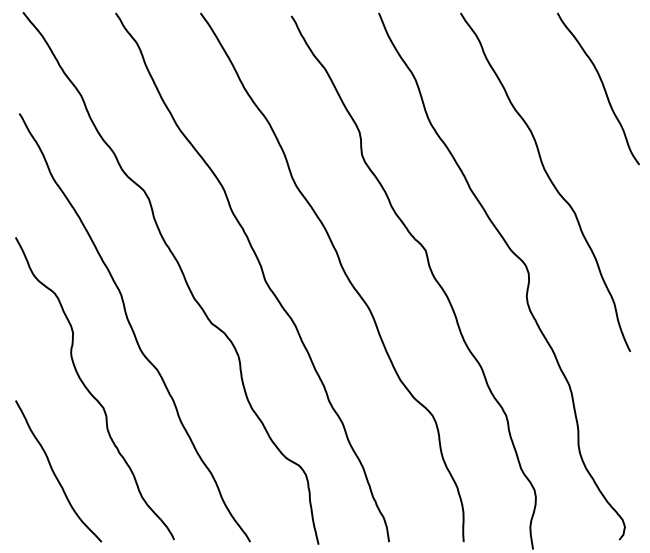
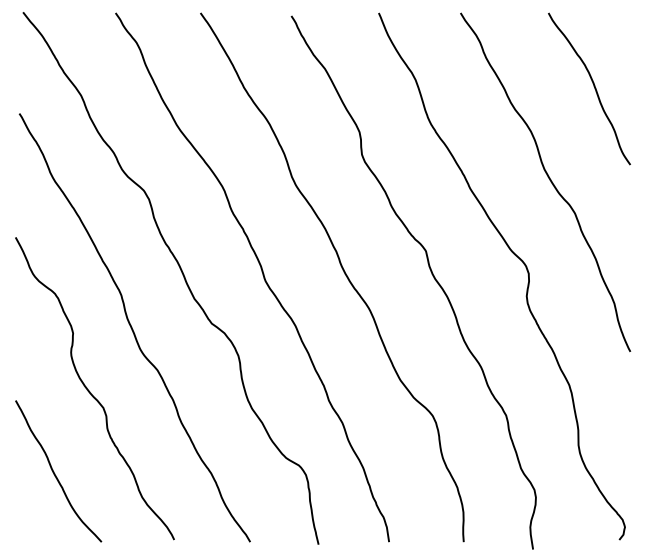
curve at (602, 86) position: (602, 86) -> (593, 86)
